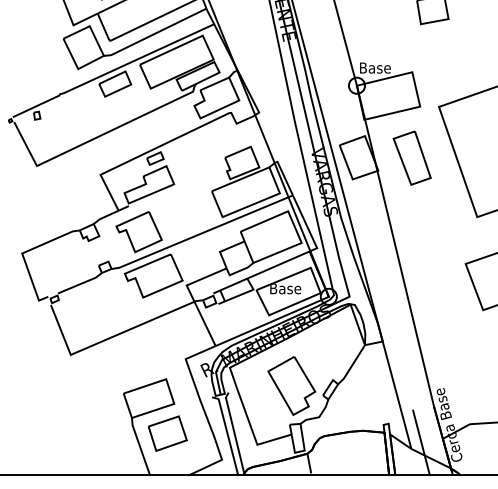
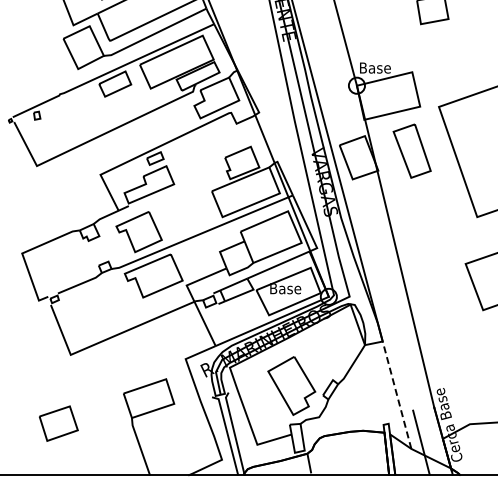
part at (411, 157) position: (411, 157) -> (411, 150)
line at (397, 395): solid -> dashed
part at (167, 433) position: (167, 433) -> (58, 423)
